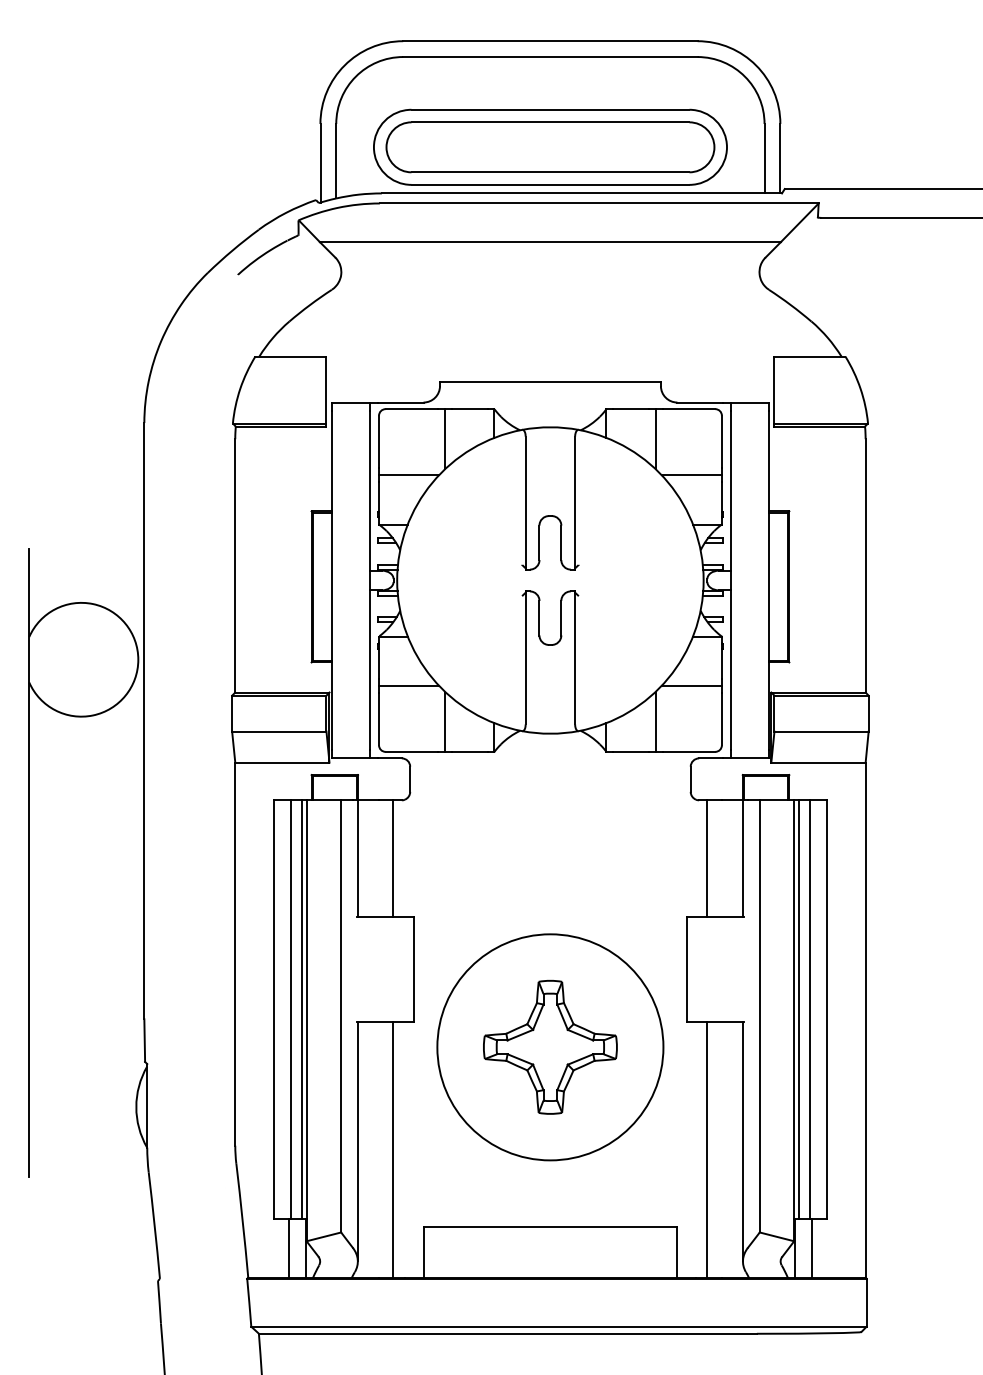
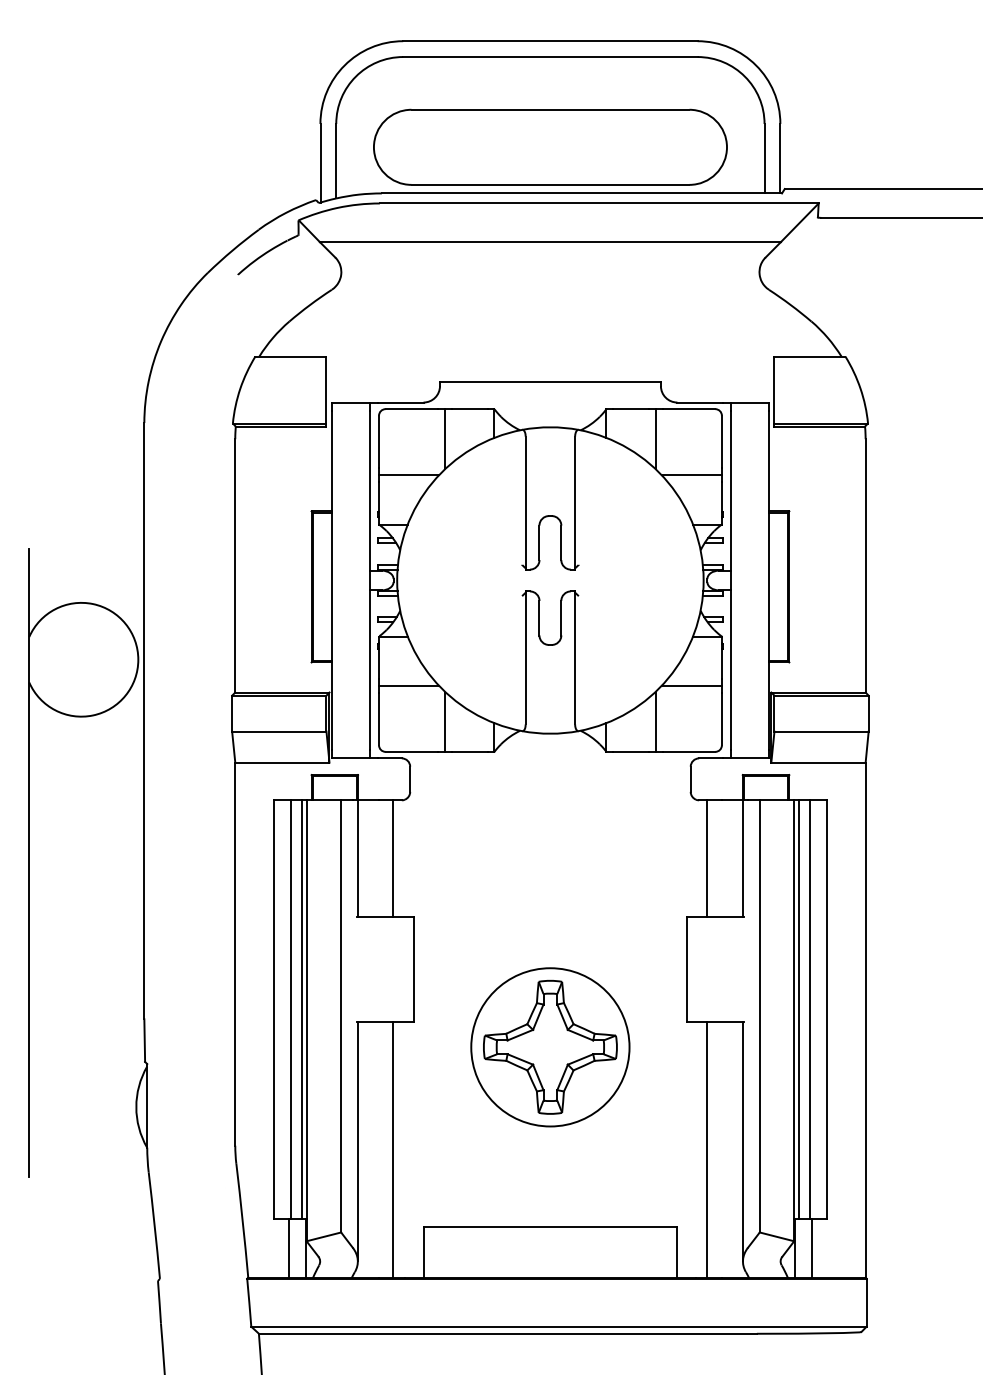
part at (550, 147): present -> none
circle at (550, 1047) diameter: 226 px -> 158 px
